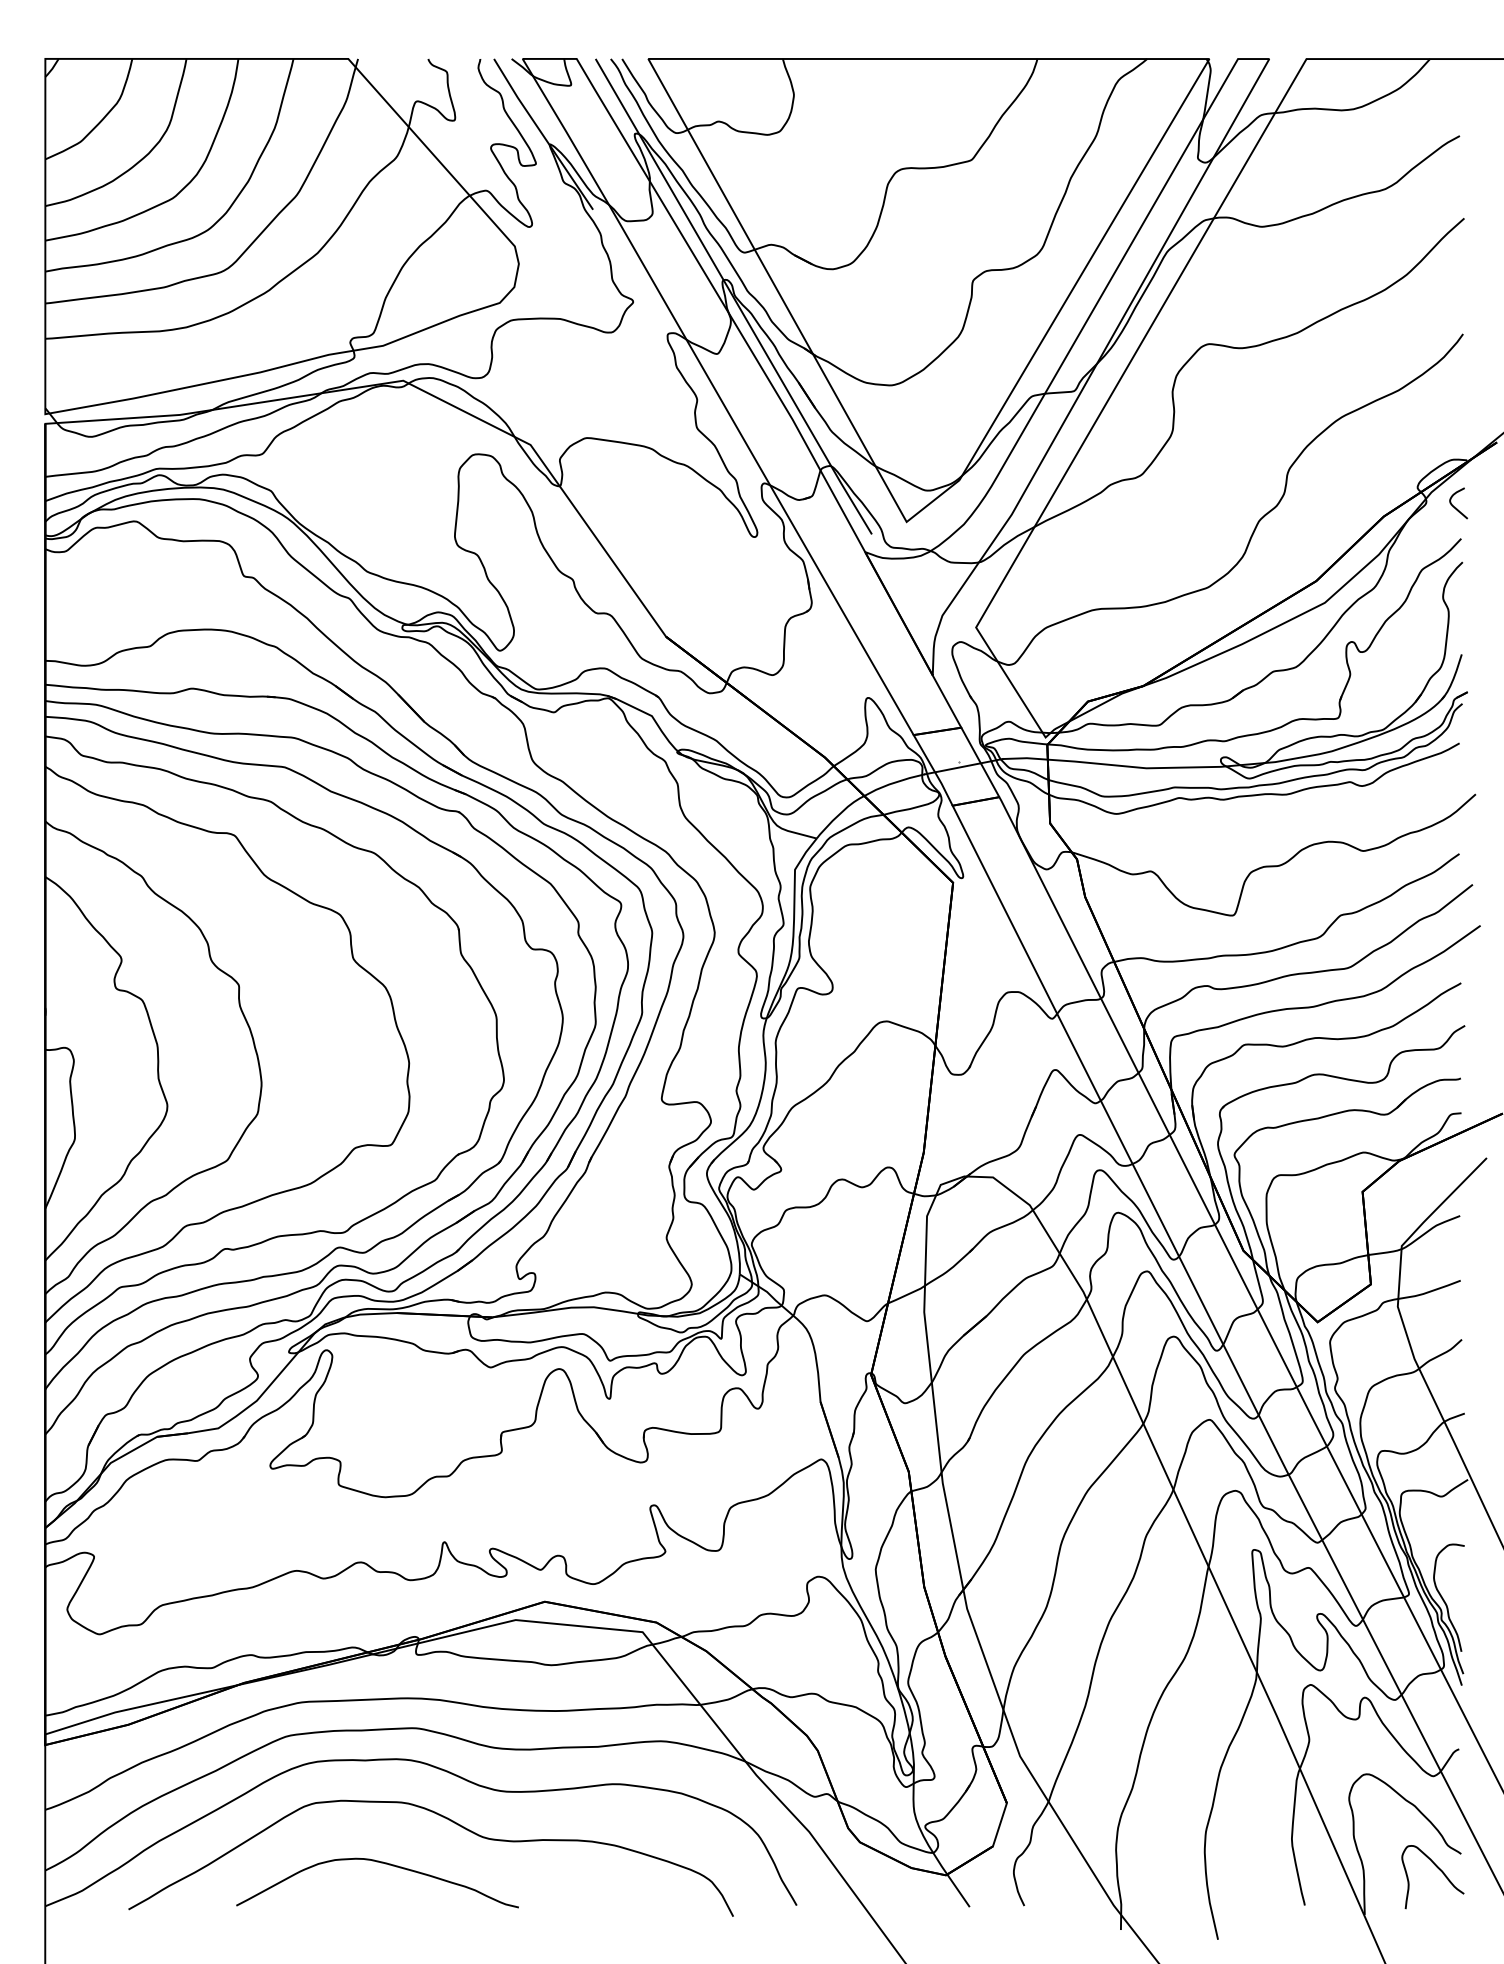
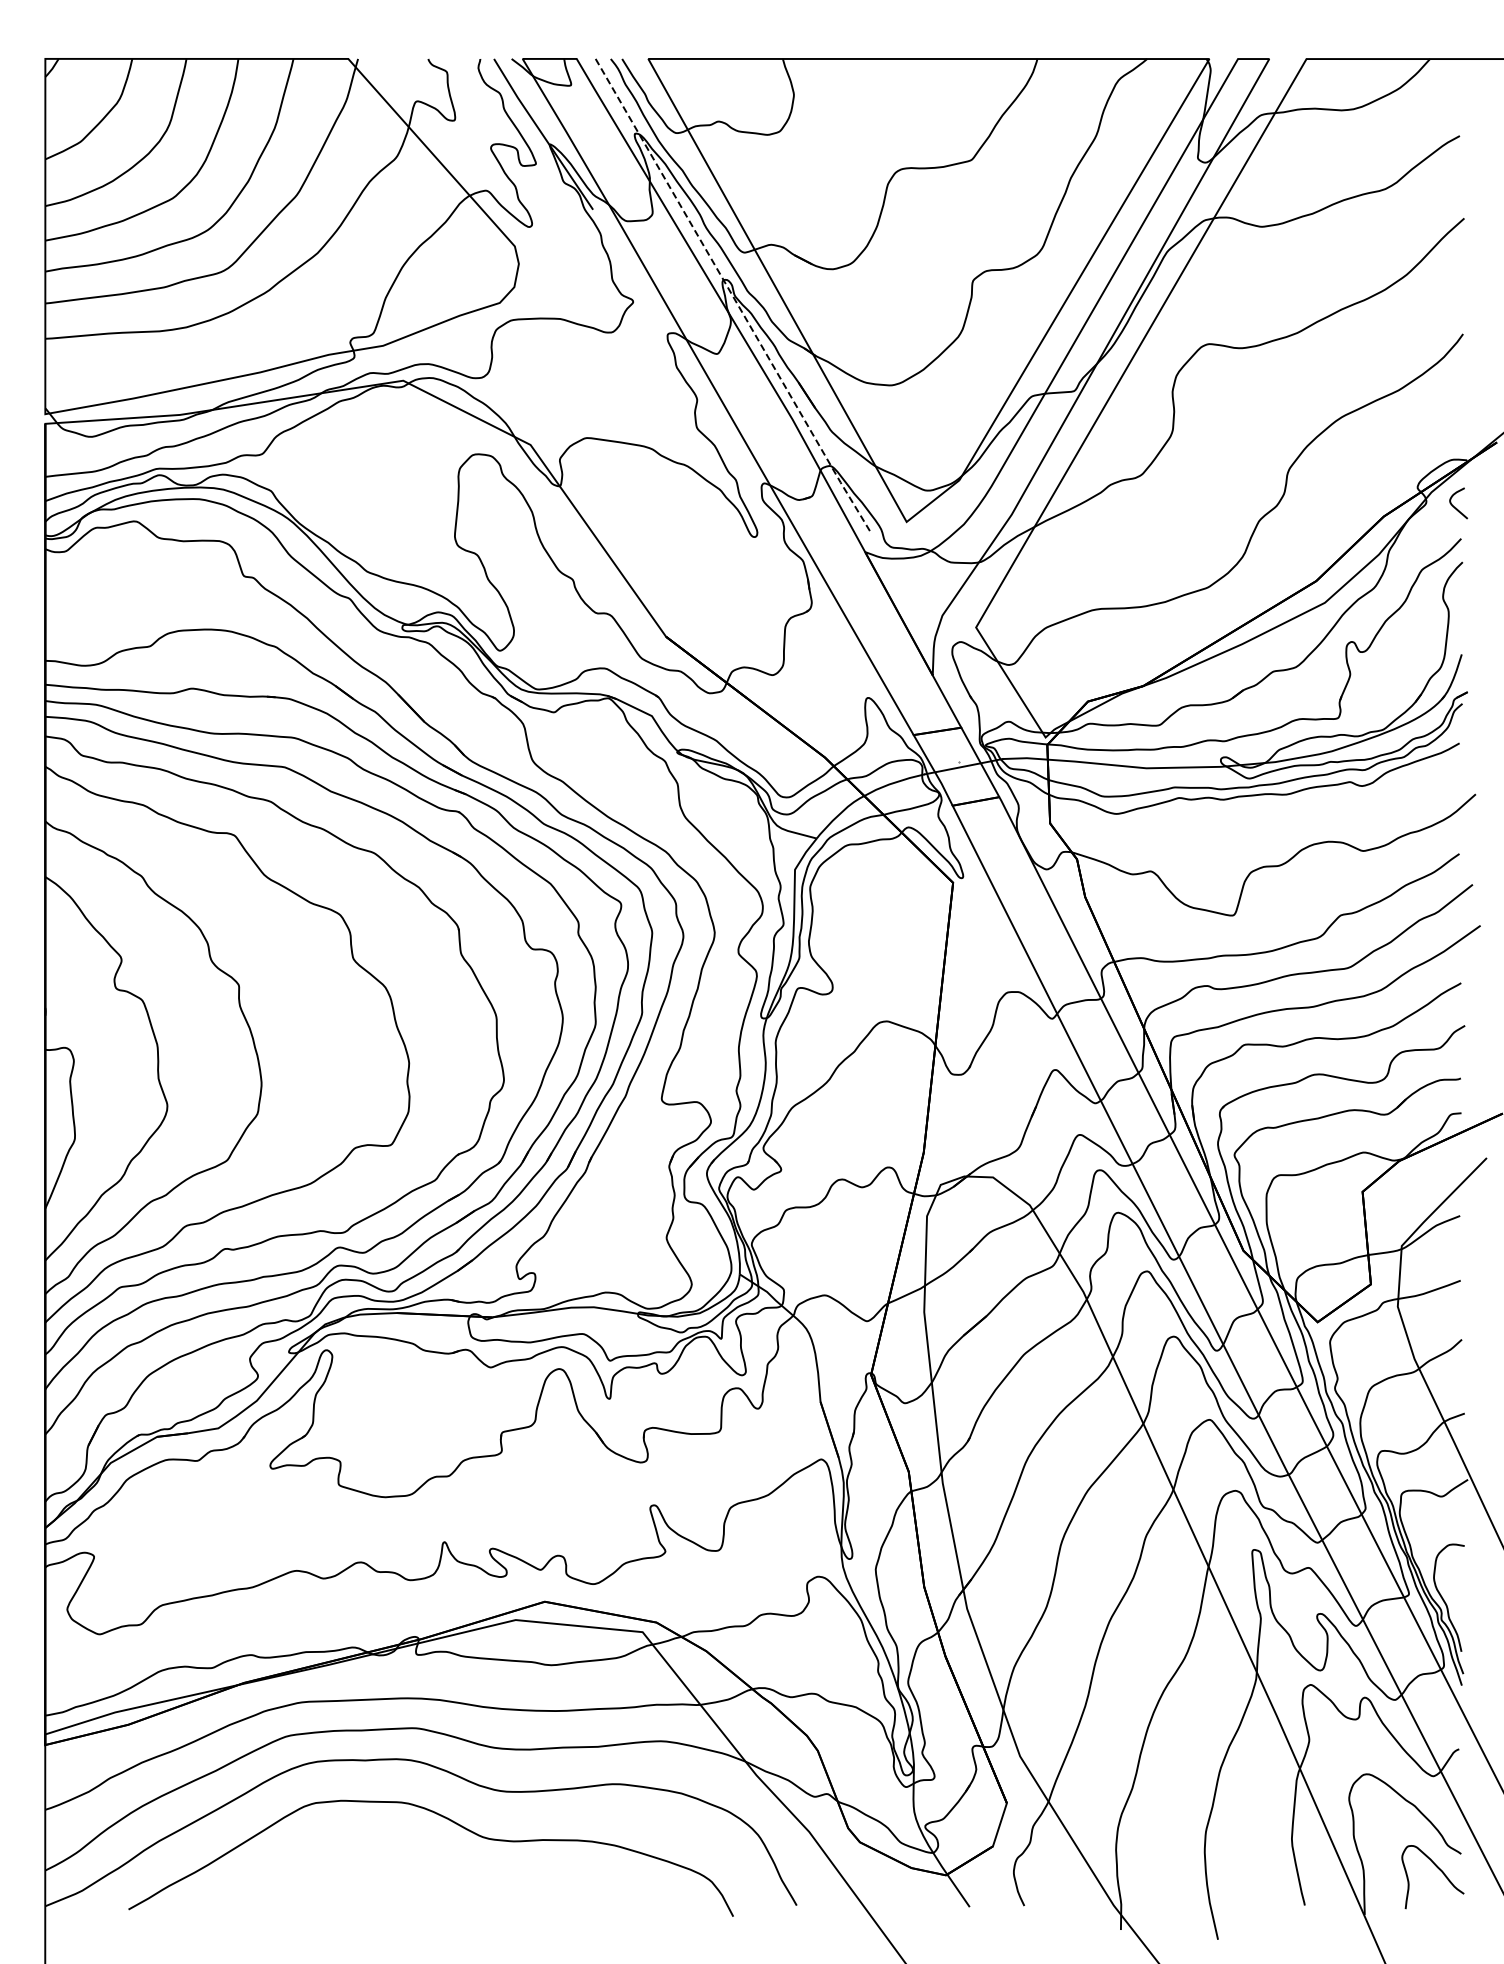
line at (733, 297): solid -> dashed
curve at (381, 1863): present -> none
